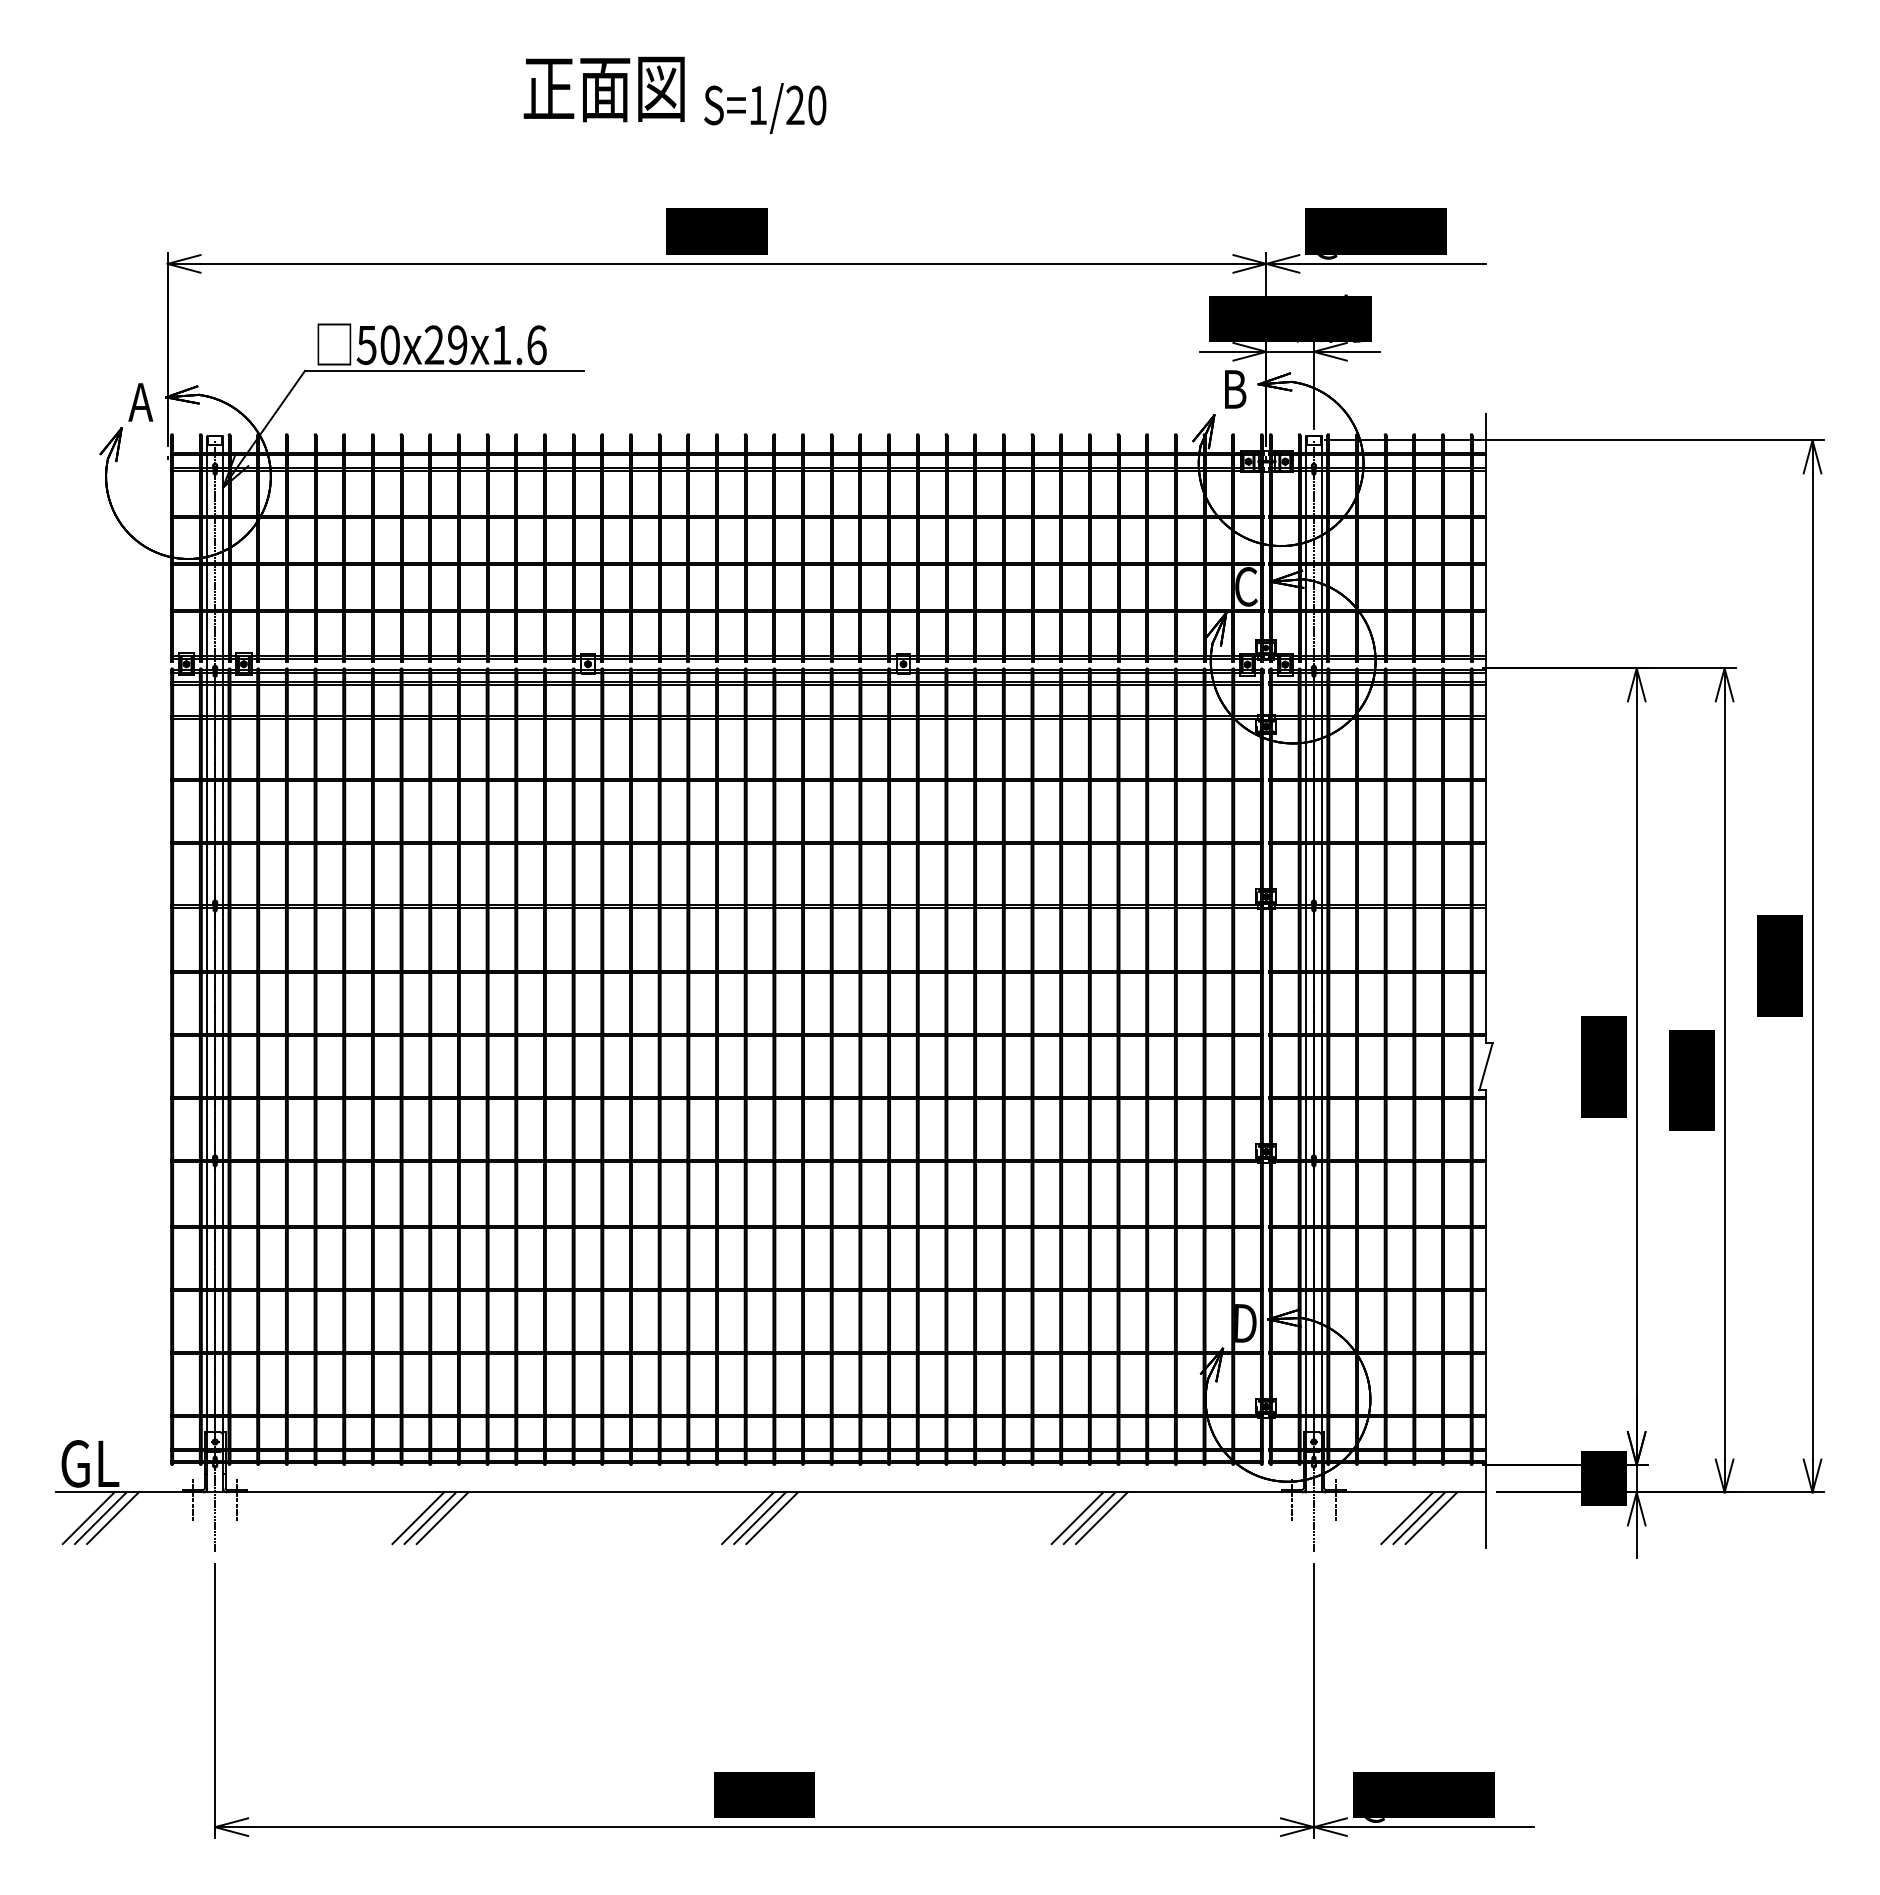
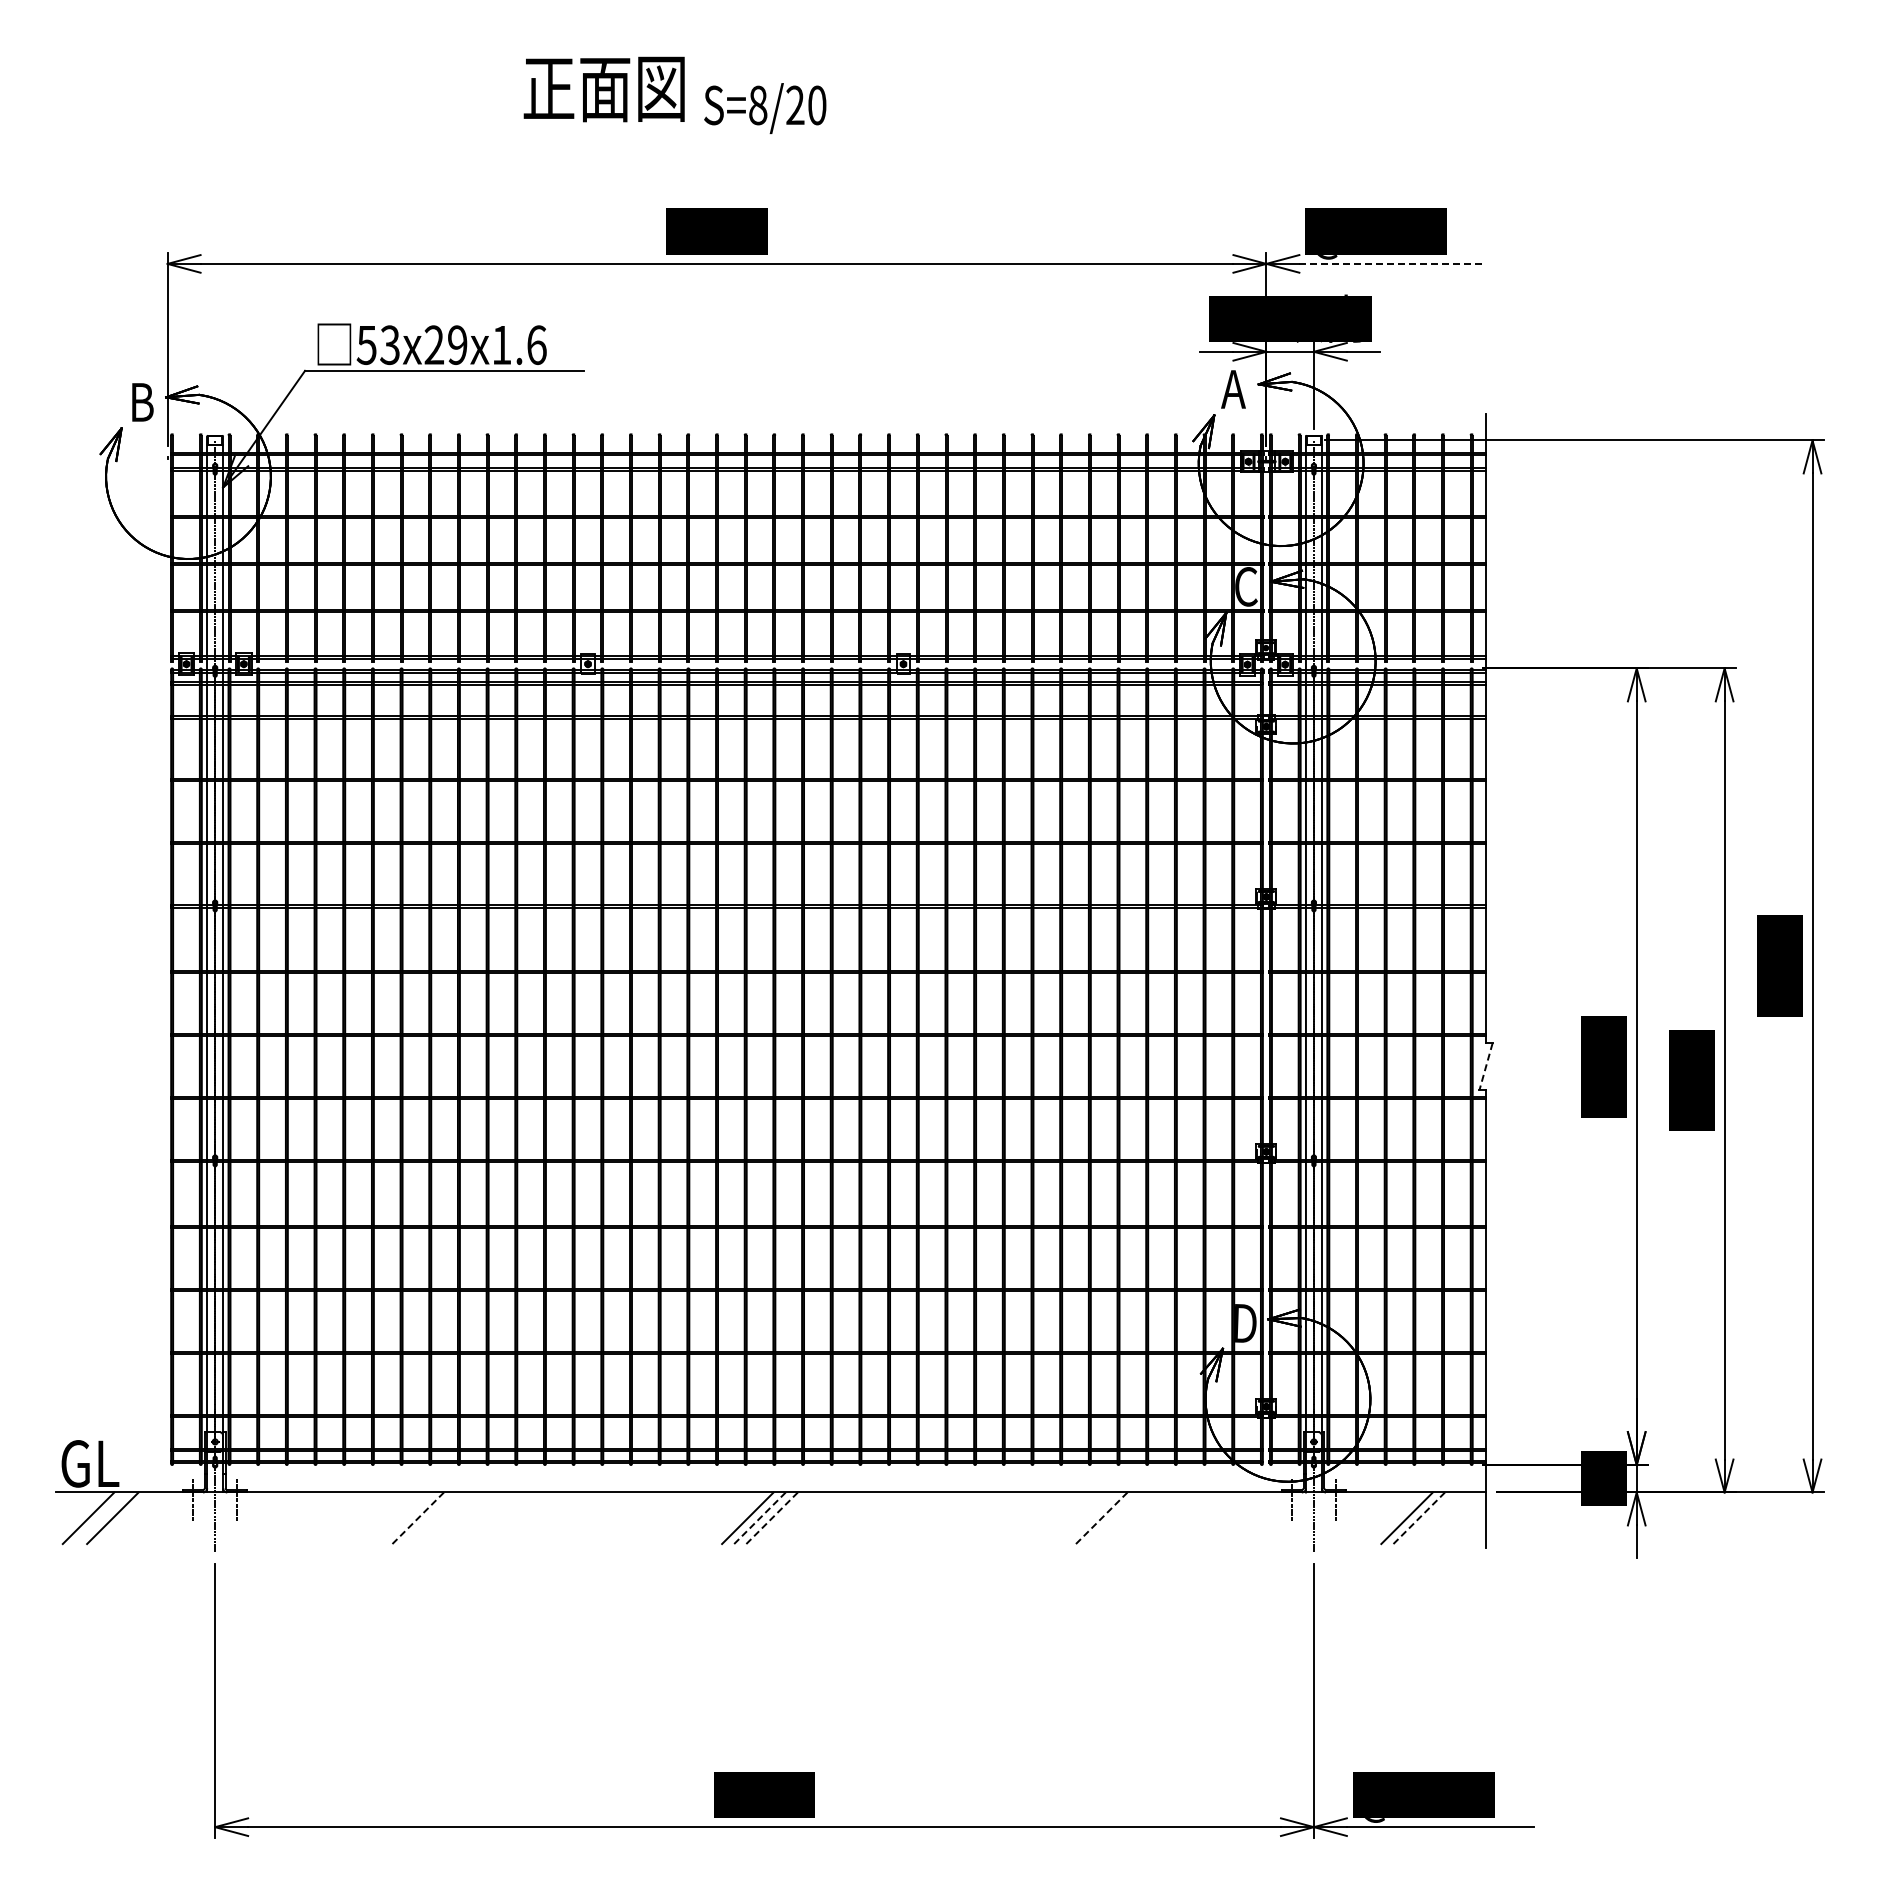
text at (758, 105): S=1/20 -> S=8/20
line at (1393, 263): solid -> dashed
text at (389, 344): 50x29x1.6 -> 53x29x1.6
text at (1233, 389): B -> A
text at (140, 402): A -> B
line at (1485, 1067): solid -> dashed
line at (418, 1517): solid -> dashed
line at (760, 1517): solid -> dashed
line at (772, 1517): solid -> dashed
line at (1102, 1517): solid -> dashed
line at (1419, 1517): solid -> dashed
line at (100, 1518): present -> none
line at (430, 1518): present -> none
line at (442, 1518): present -> none
line at (1077, 1518): present -> none
line at (1089, 1518): present -> none
line at (1431, 1518): present -> none
